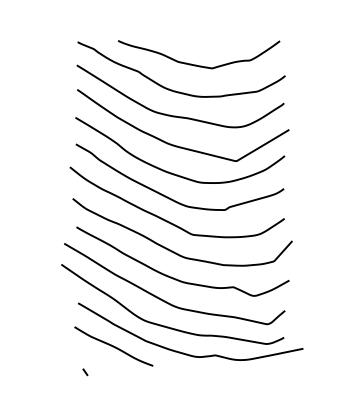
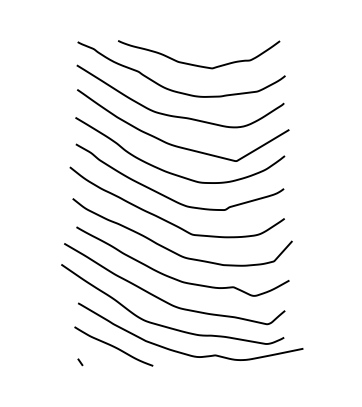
line at (85, 372) position: (85, 372) -> (80, 362)
